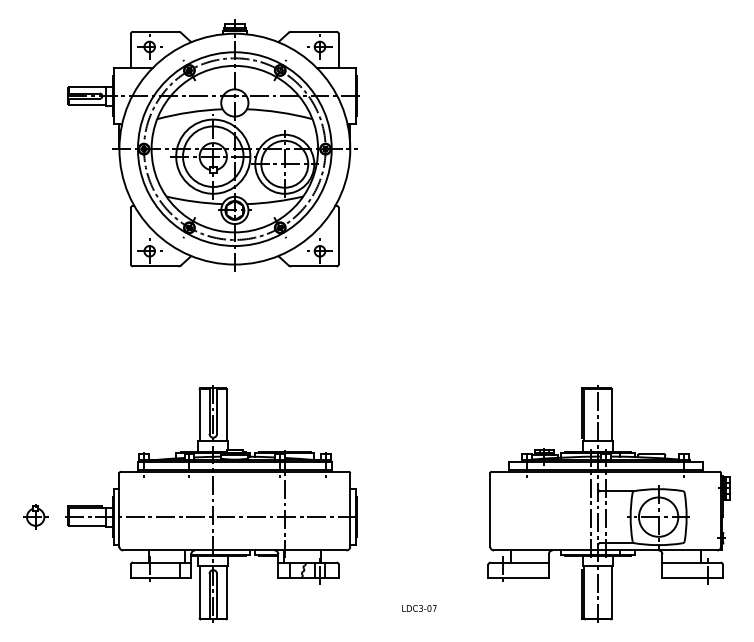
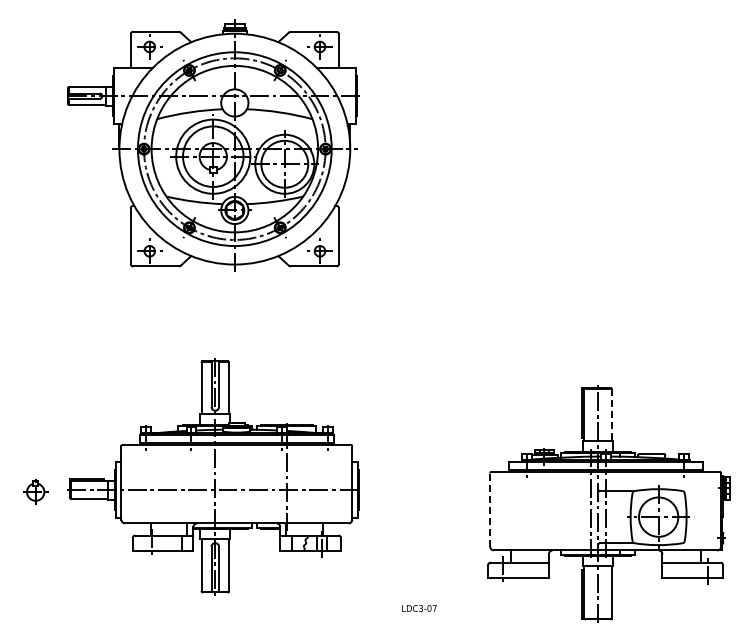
line at (611, 415): solid -> dashed
part at (211, 503) position: (211, 503) -> (213, 476)
line at (490, 509): solid -> dashed
part at (35, 516) position: (35, 516) -> (35, 491)
